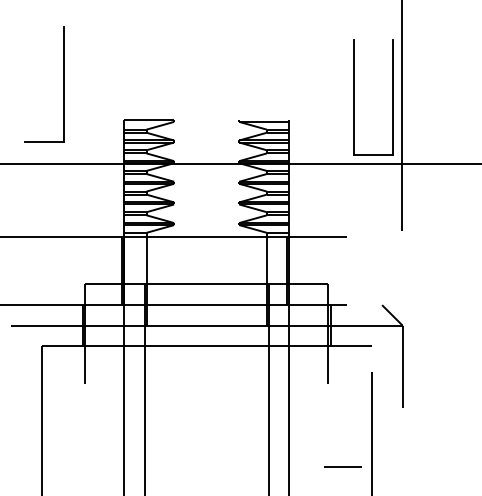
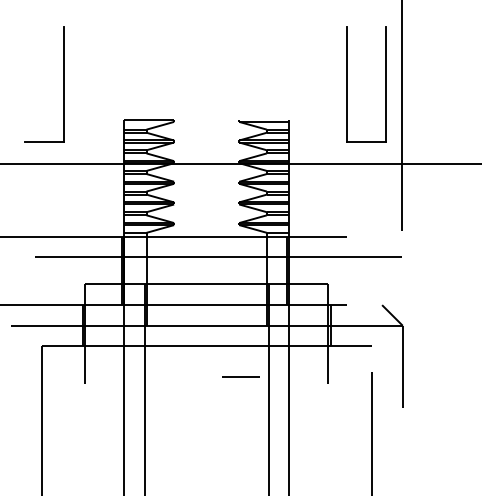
part at (354, 97) position: (354, 97) -> (347, 84)
line at (205, 256): none -> present
line at (342, 466) position: (342, 466) -> (240, 376)
